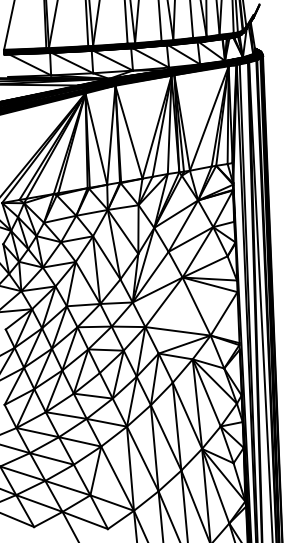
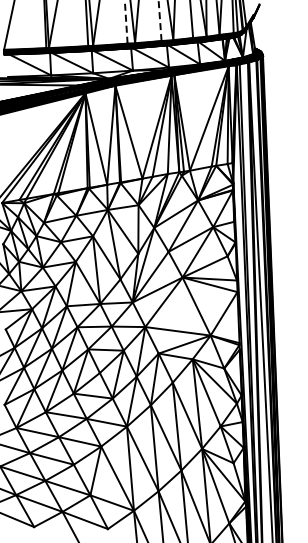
line at (160, 20): solid -> dashed
line at (126, 21): solid -> dashed
